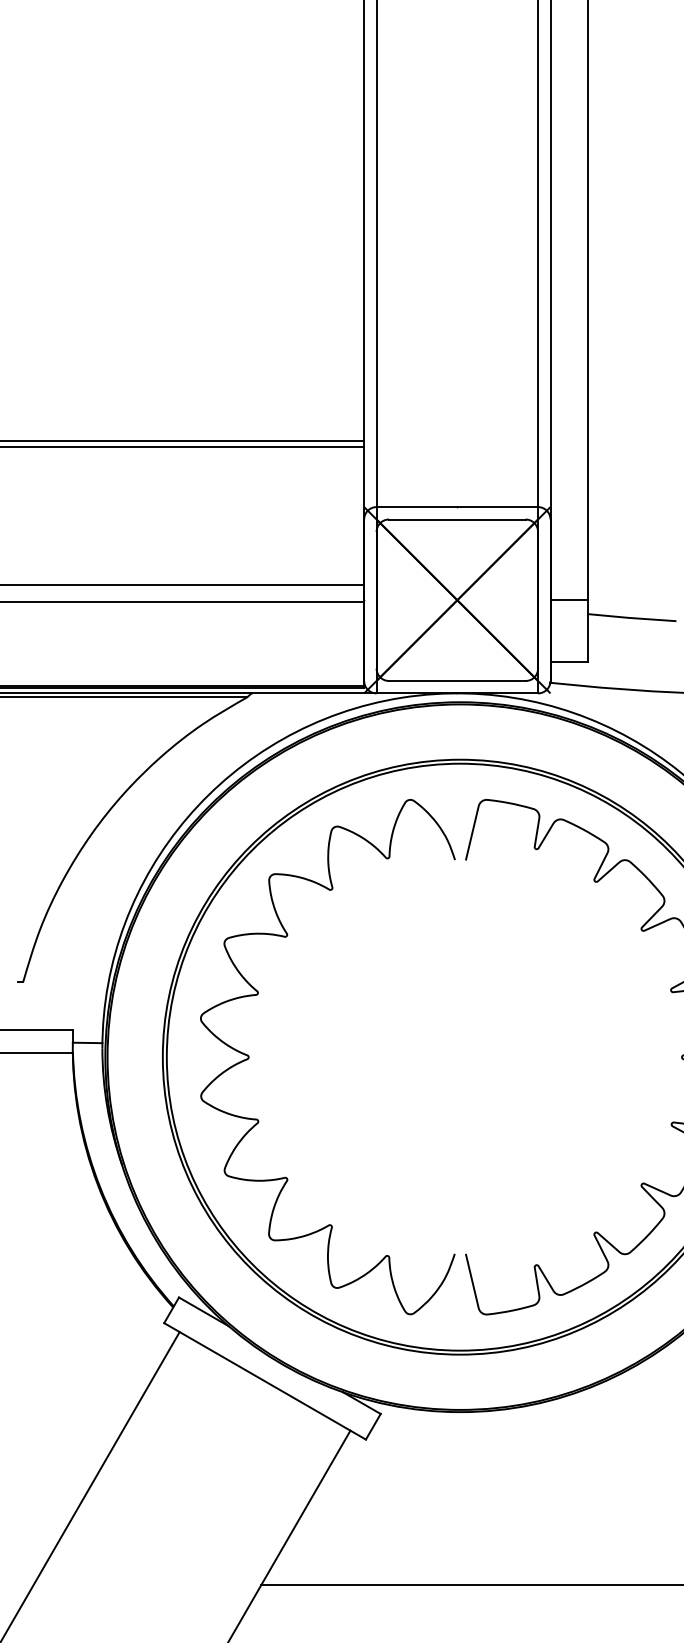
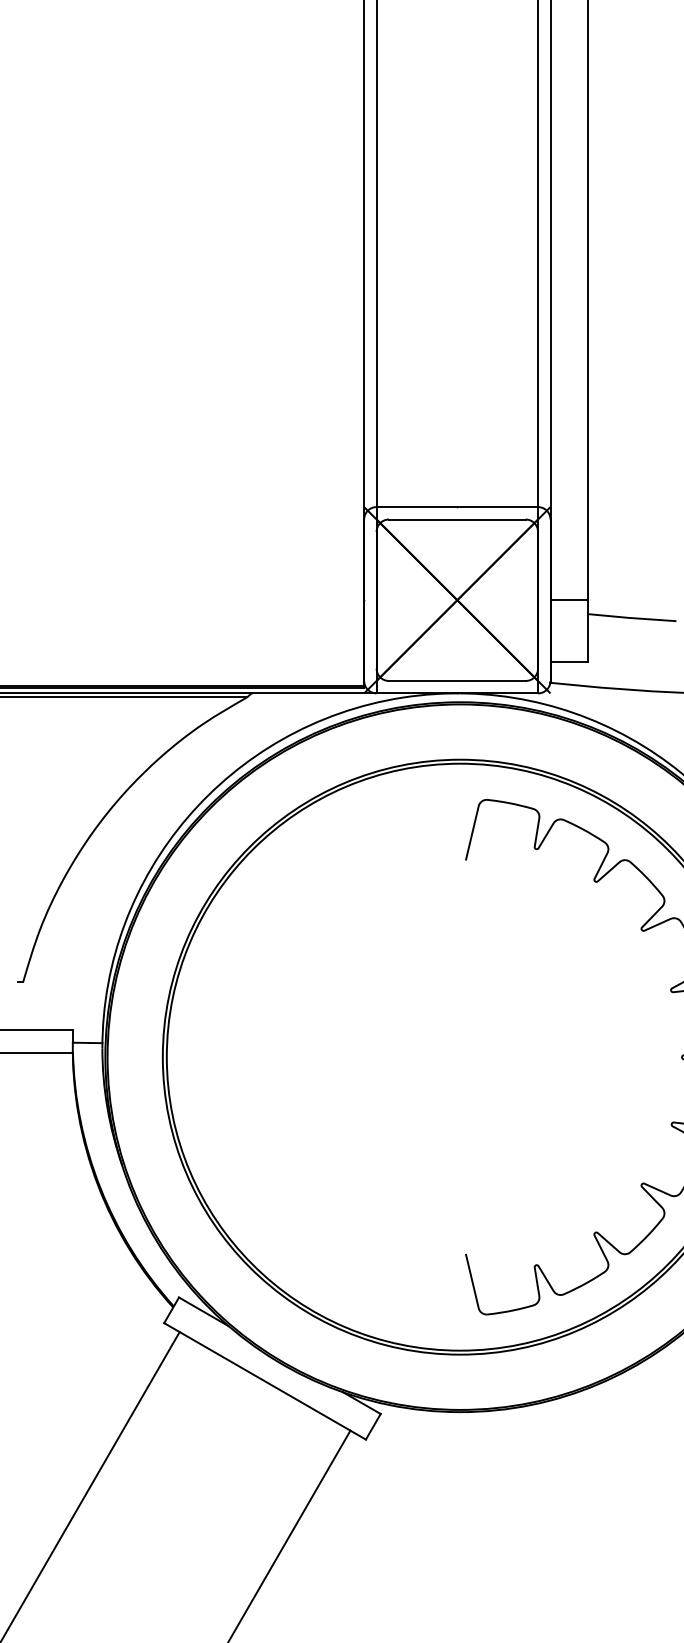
line at (183, 441): present -> none
line at (183, 447): present -> none
line at (183, 584): present -> none
line at (183, 601): present -> none
curve at (249, 1056): present -> none
line at (470, 1584): present -> none
